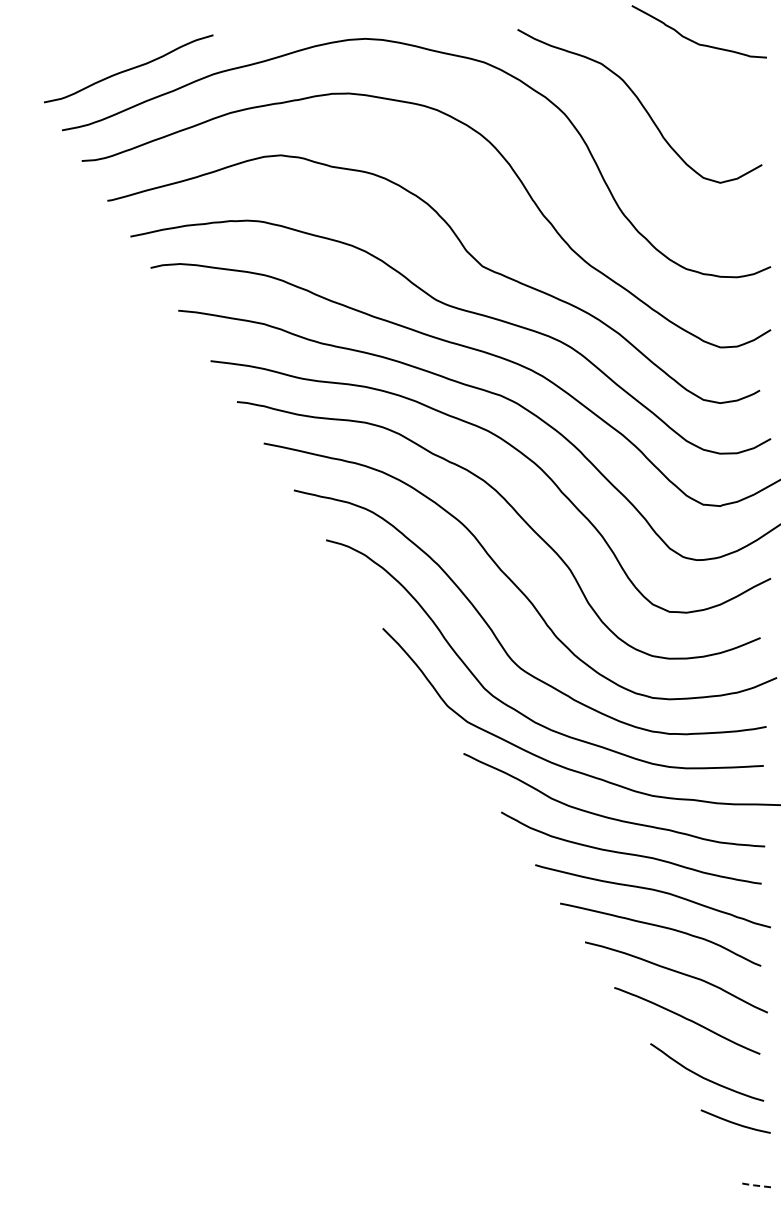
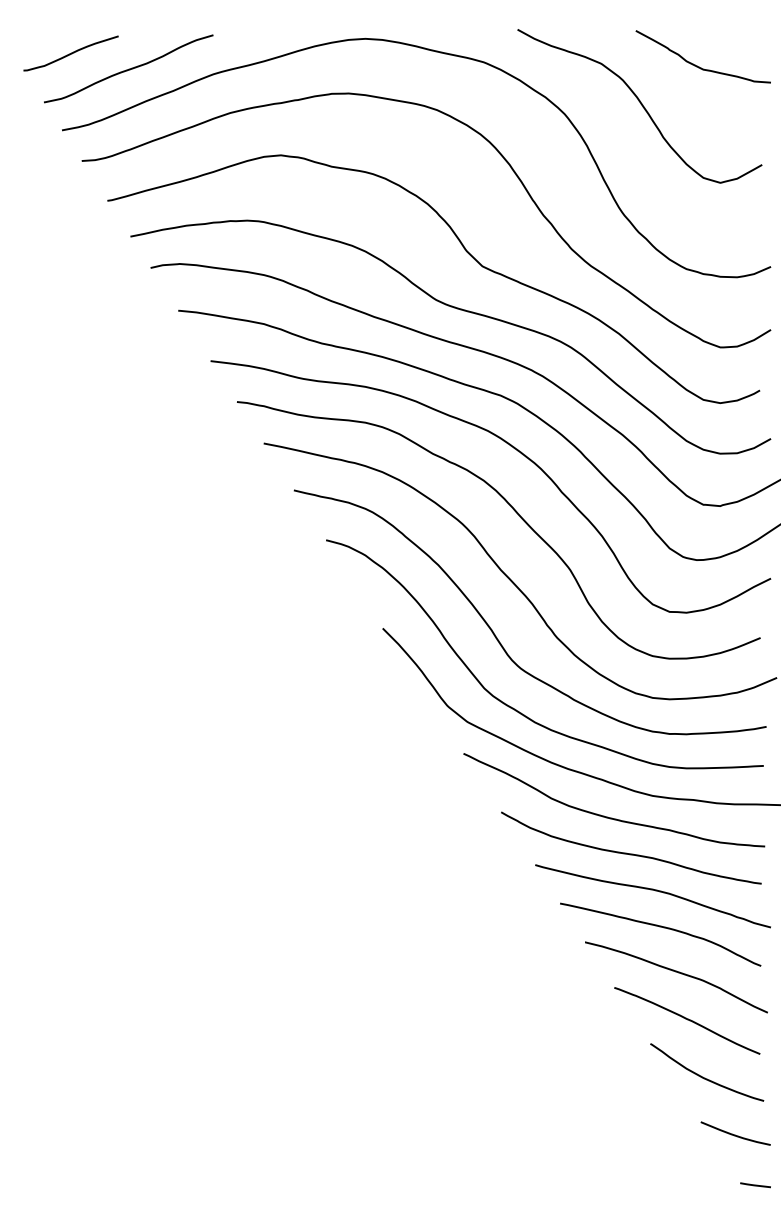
curve at (693, 40) position: (693, 40) -> (697, 65)
curve at (70, 53): none -> present
curve at (735, 1122) position: (735, 1122) -> (735, 1134)
line at (754, 1185): dashed -> solid
